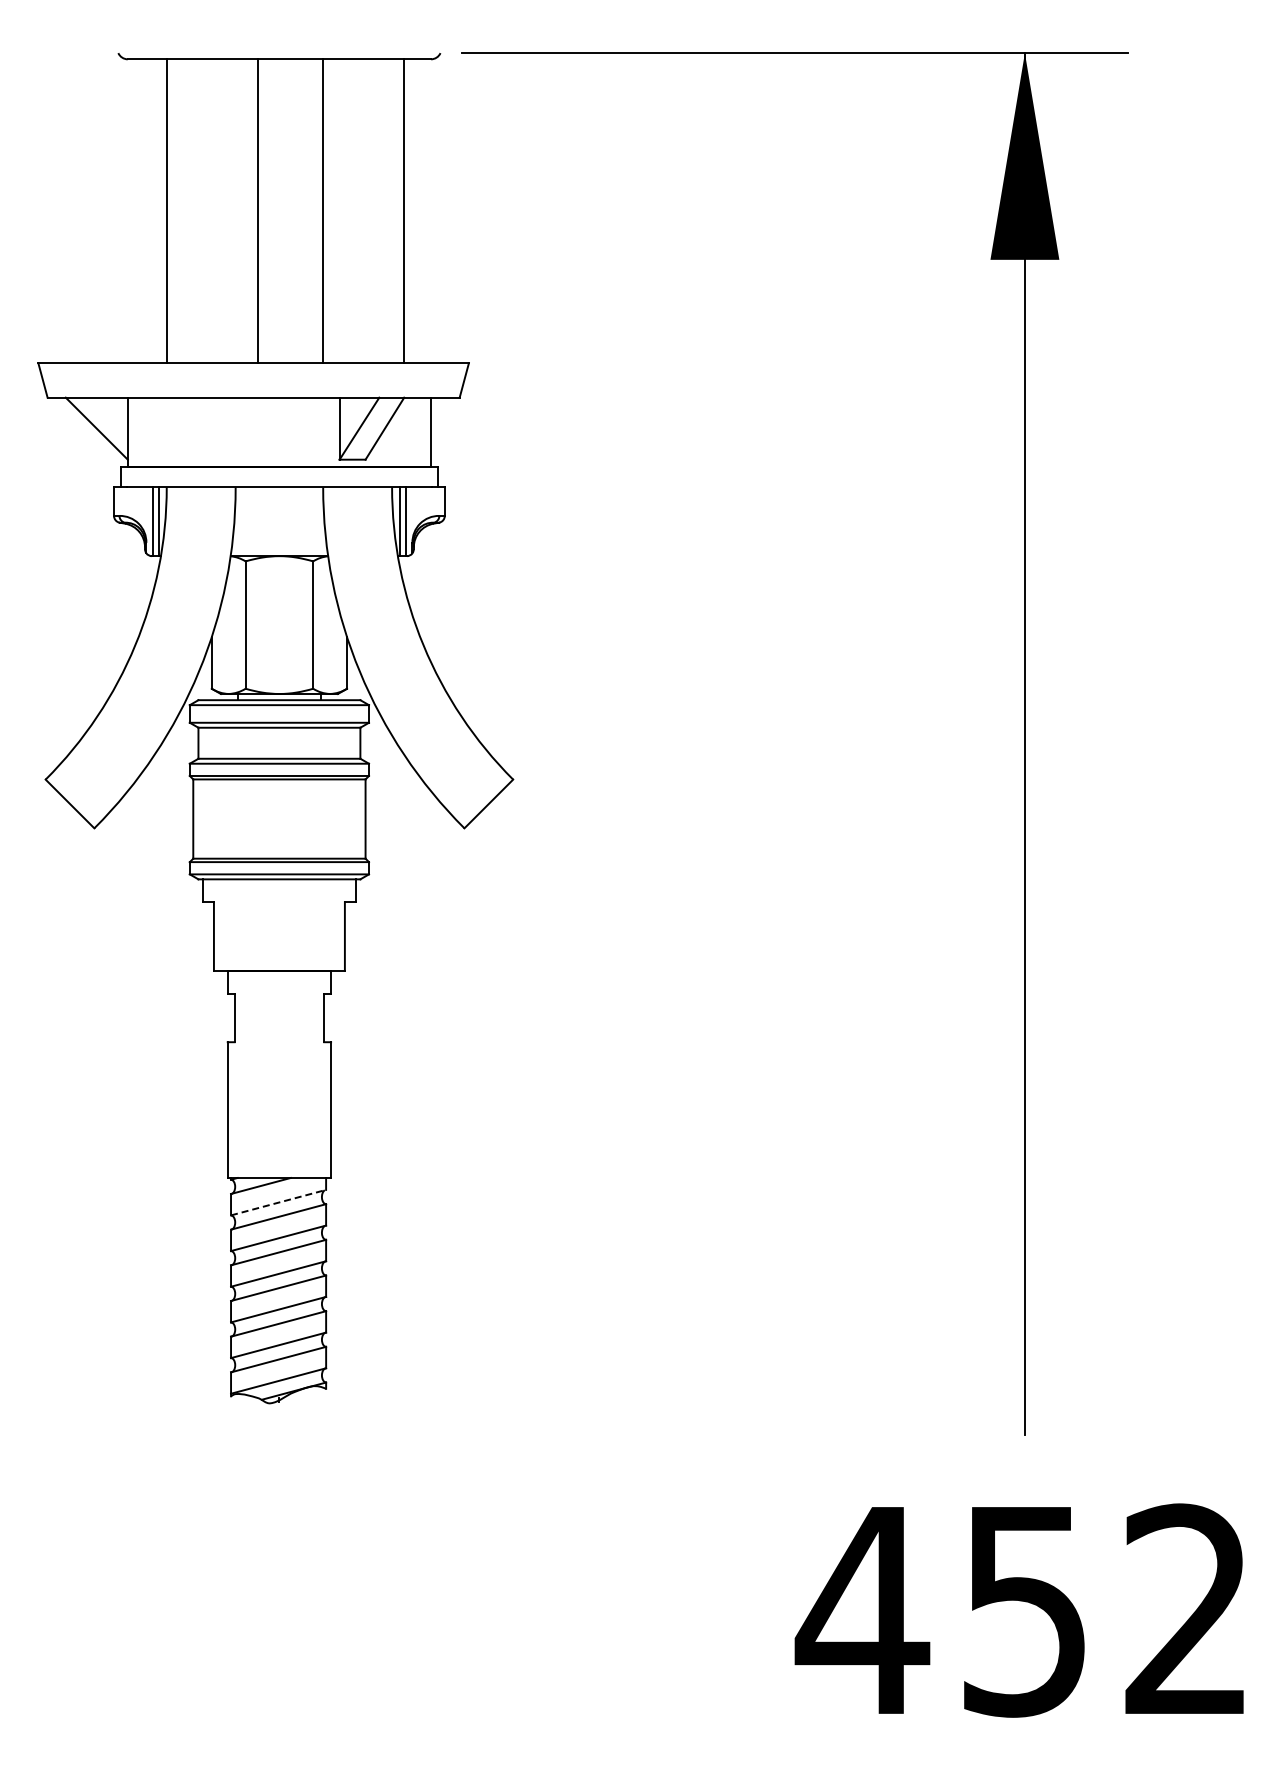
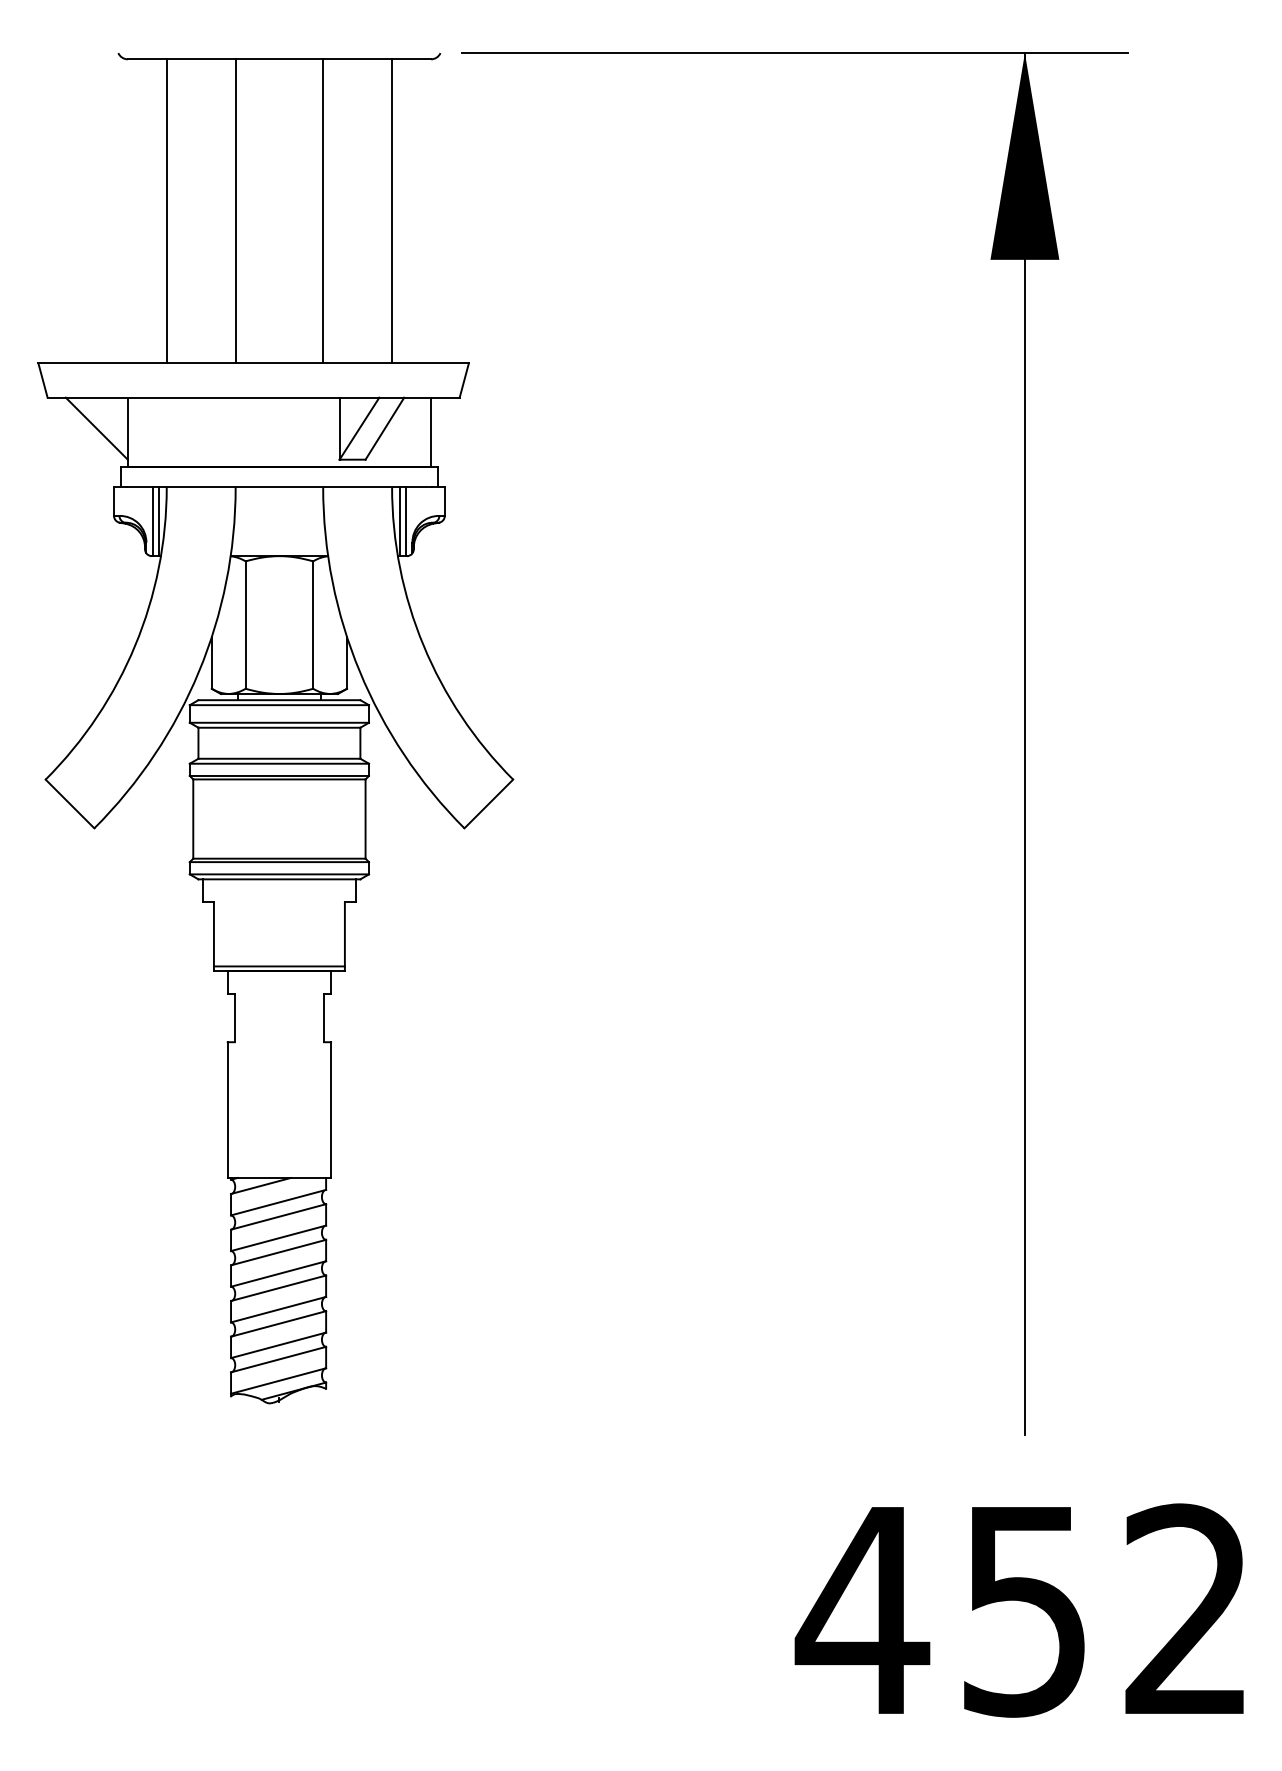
line at (257, 211) position: (257, 211) -> (235, 211)
line at (404, 211) position: (404, 211) -> (392, 211)
line at (278, 966): none -> present
line at (279, 1202): dashed -> solid
